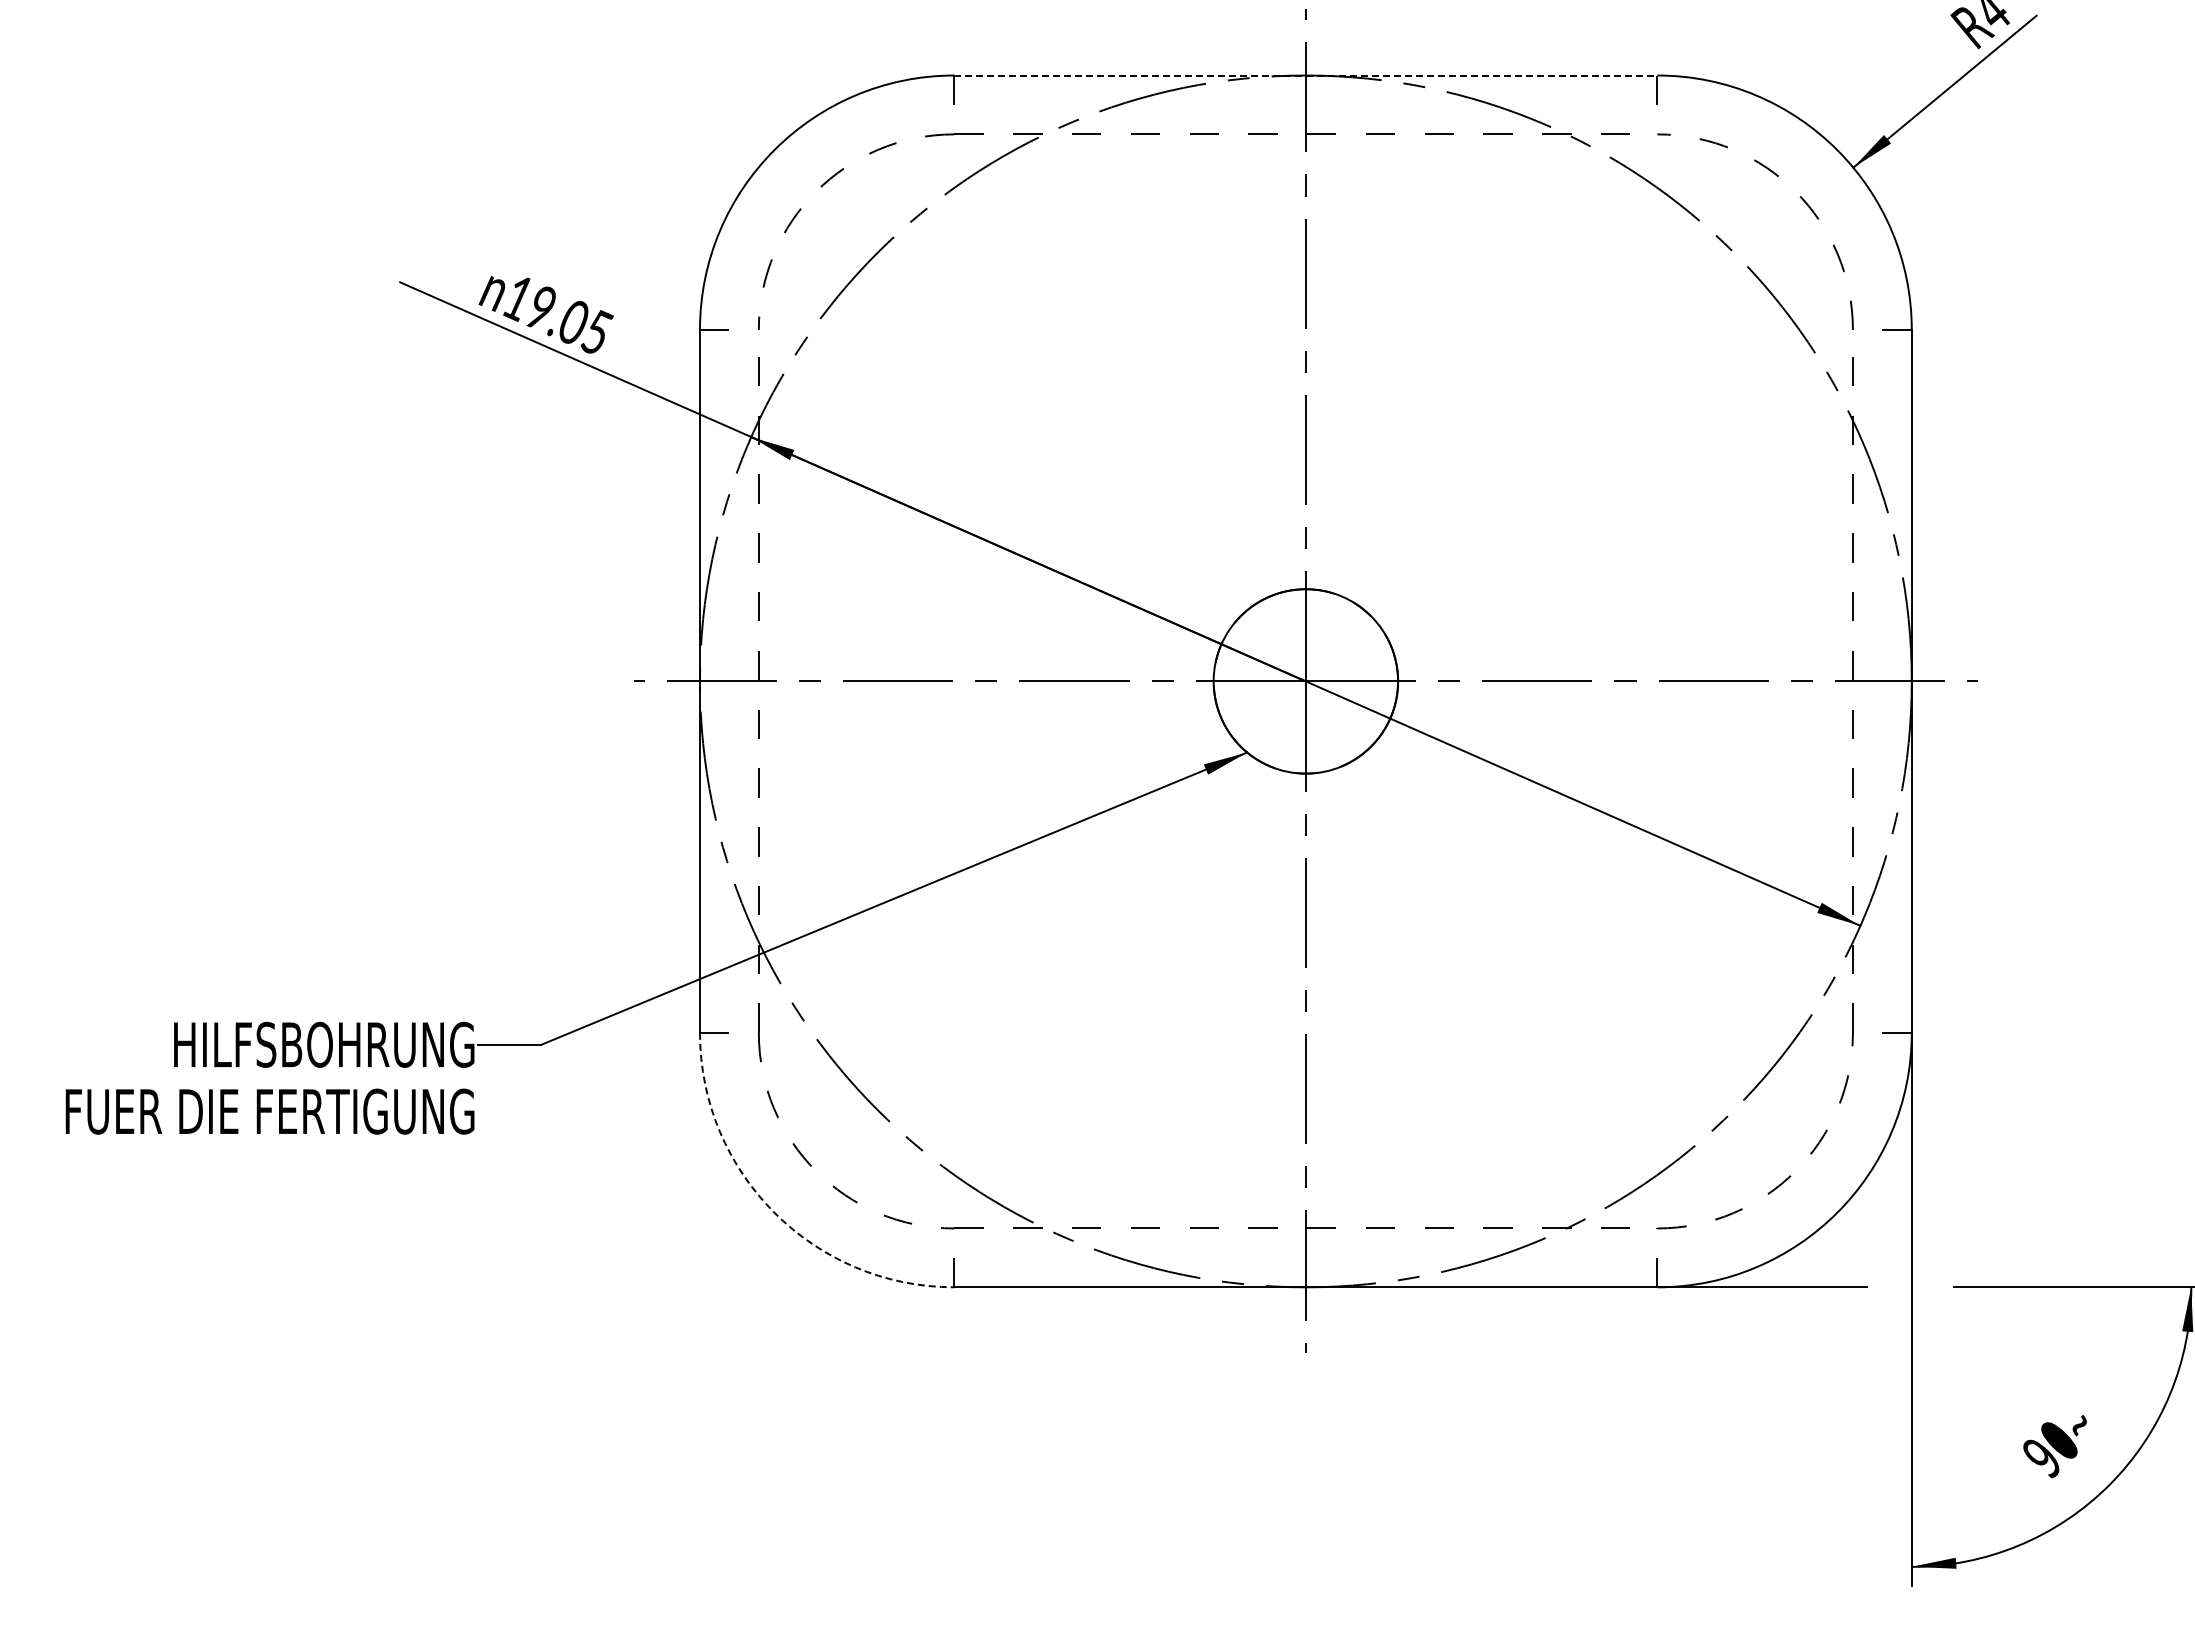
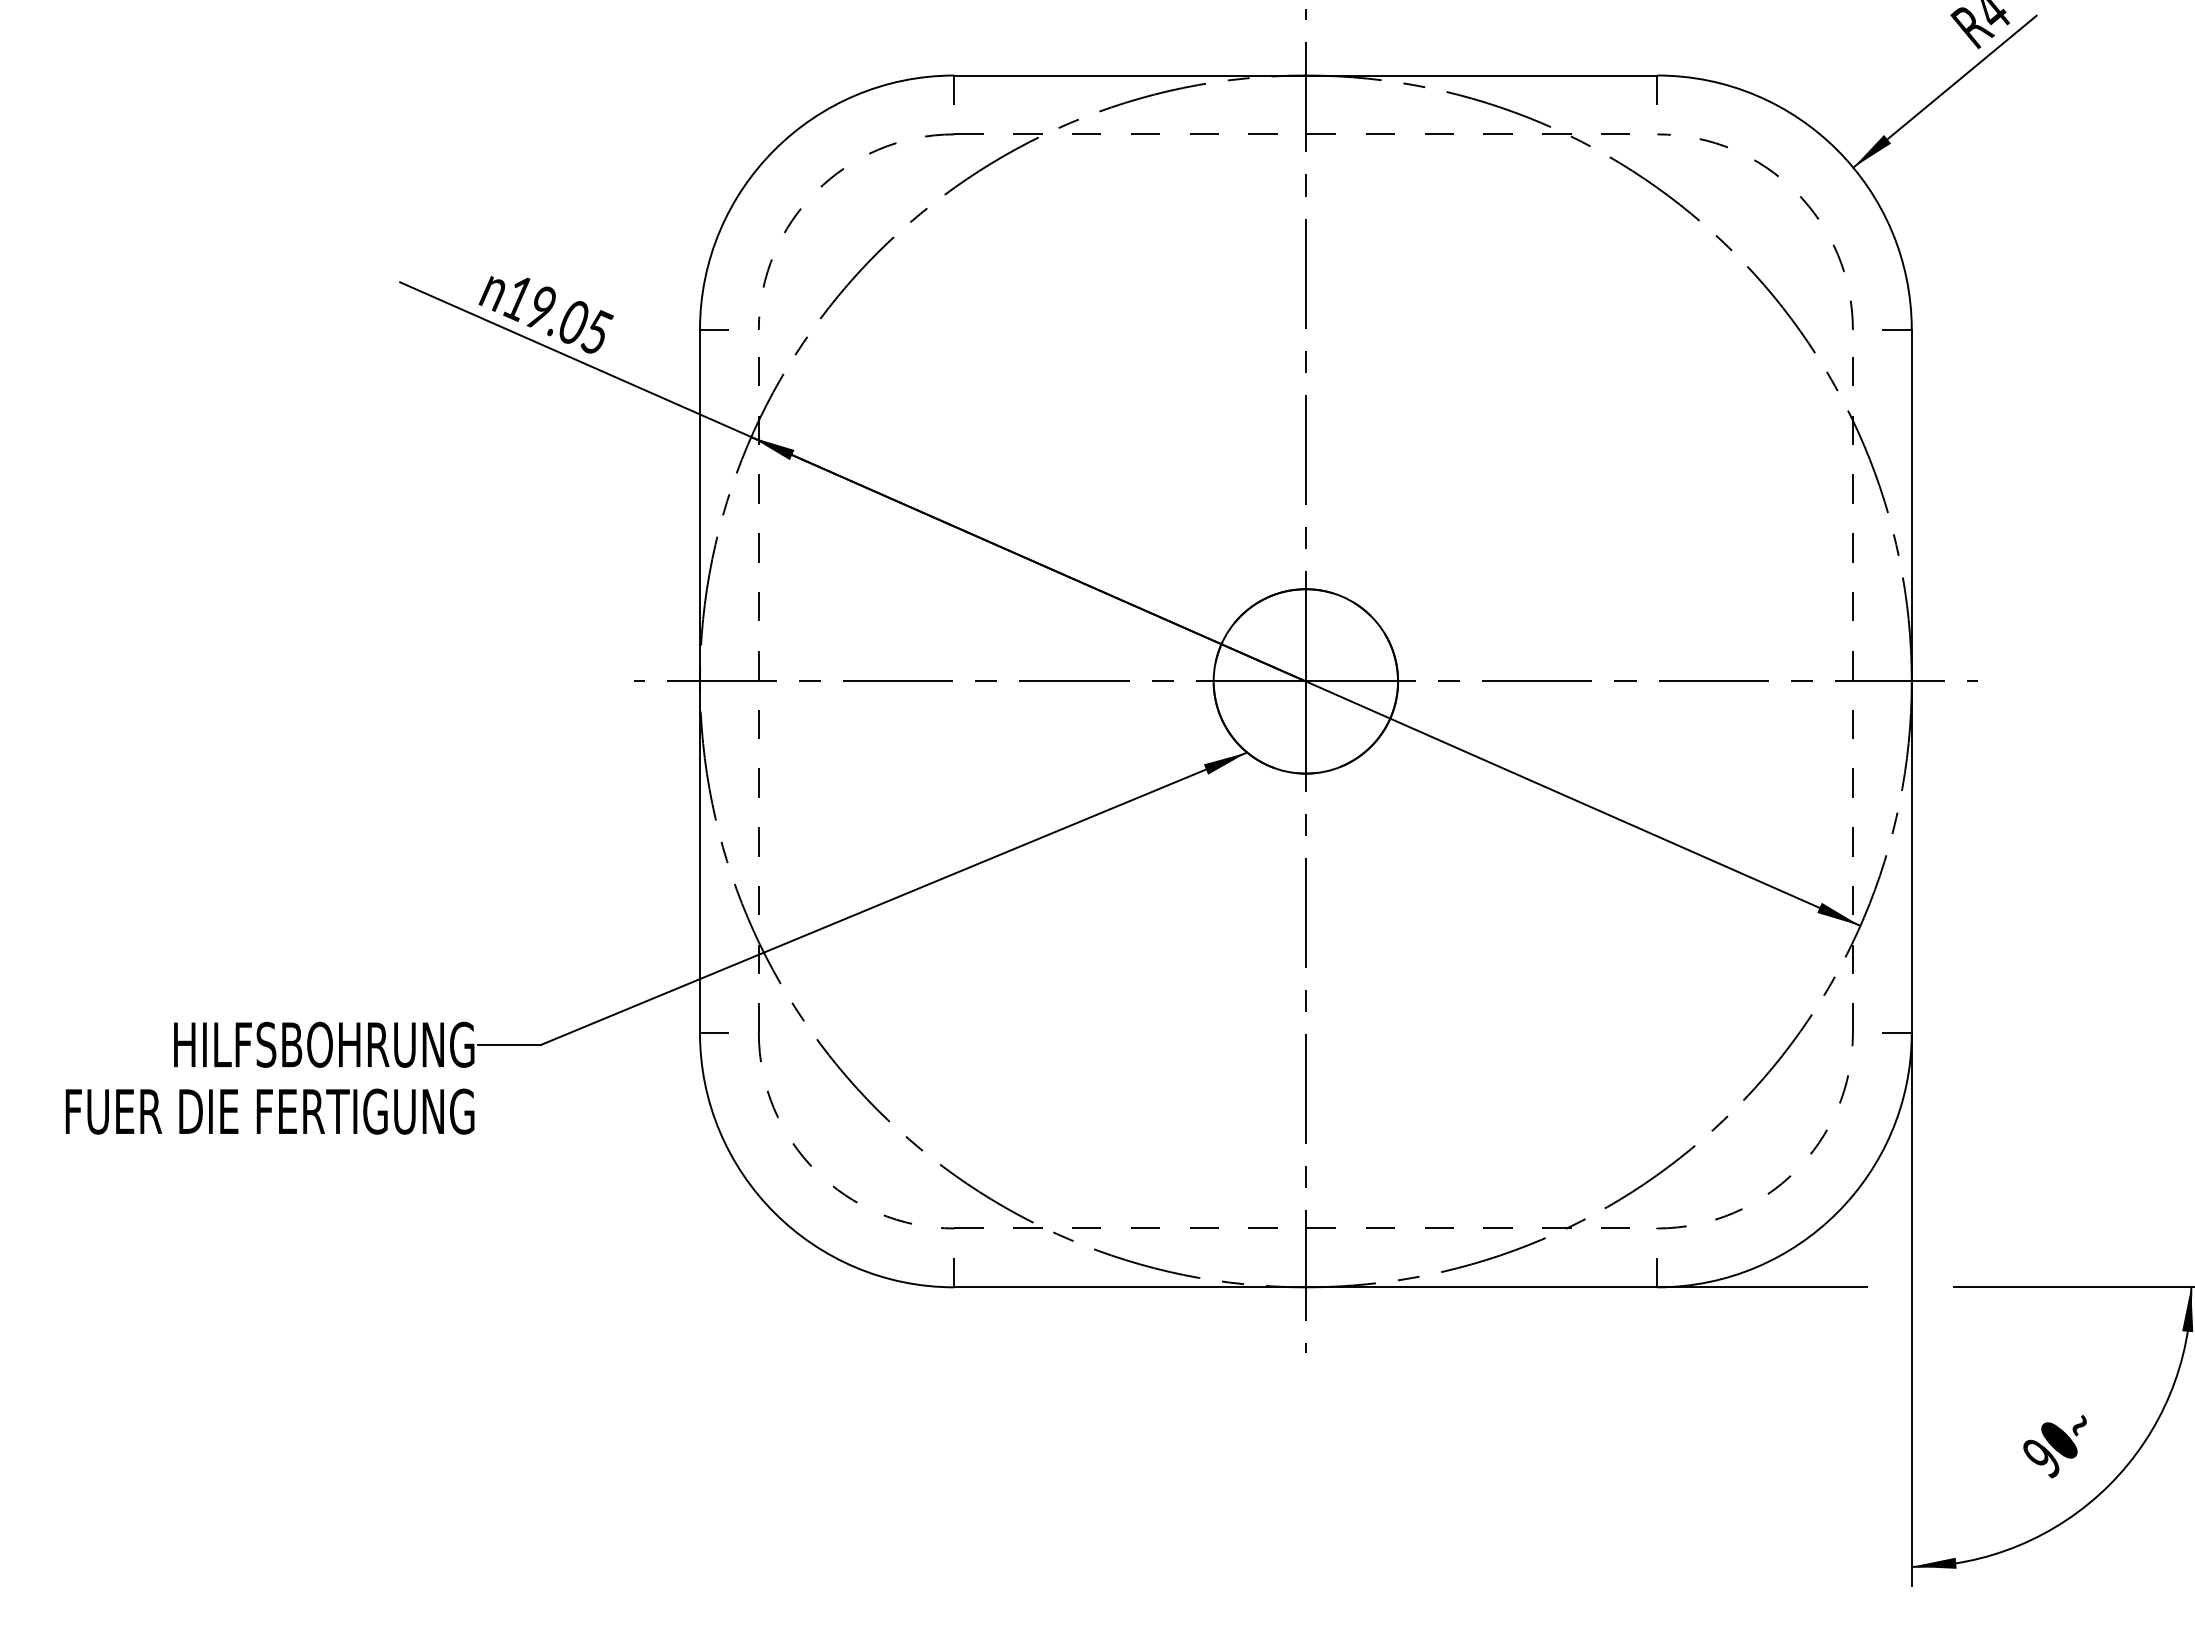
line at (1306, 75): dashed -> solid
arc at (774, 1212): dashed -> solid
